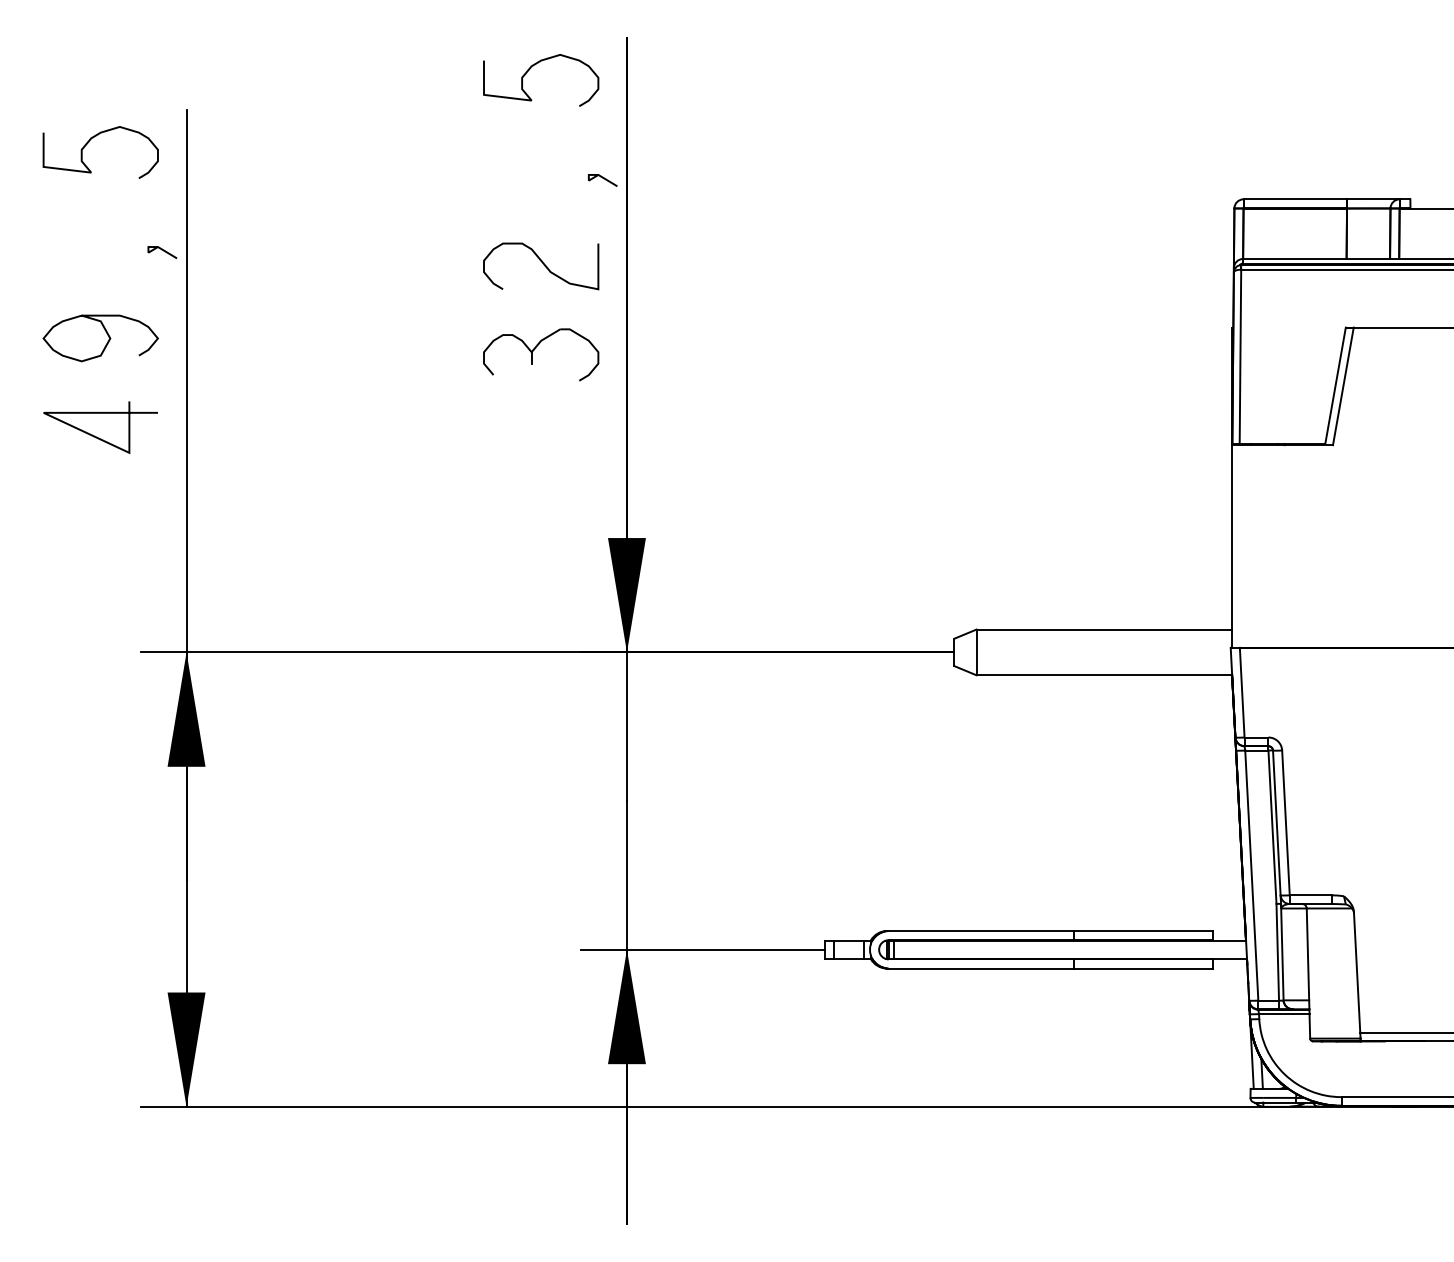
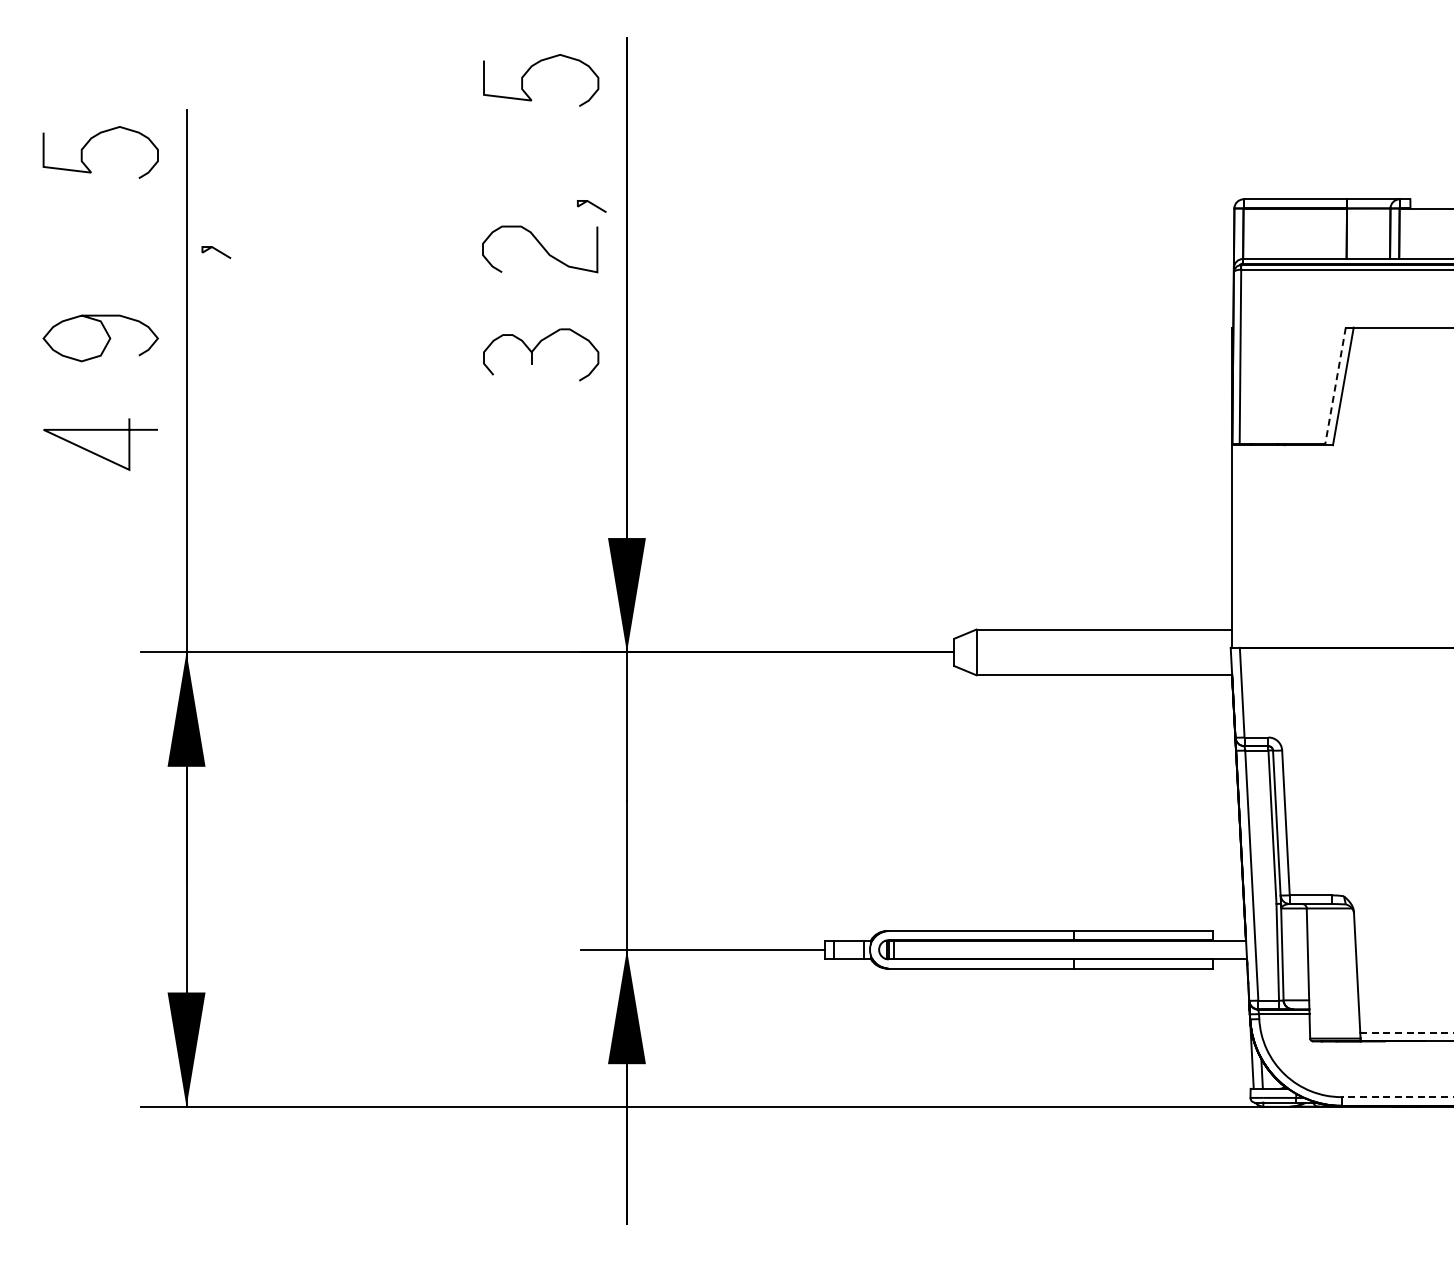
line at (603, 179) position: (603, 179) -> (592, 205)
line at (163, 251) position: (163, 251) -> (217, 251)
curve at (543, 265) position: (543, 265) -> (542, 248)
line at (1335, 386): solid -> dashed
line at (96, 436) position: (96, 436) -> (96, 453)
line at (1407, 1032): solid -> dashed
line at (1397, 1097): solid -> dashed
